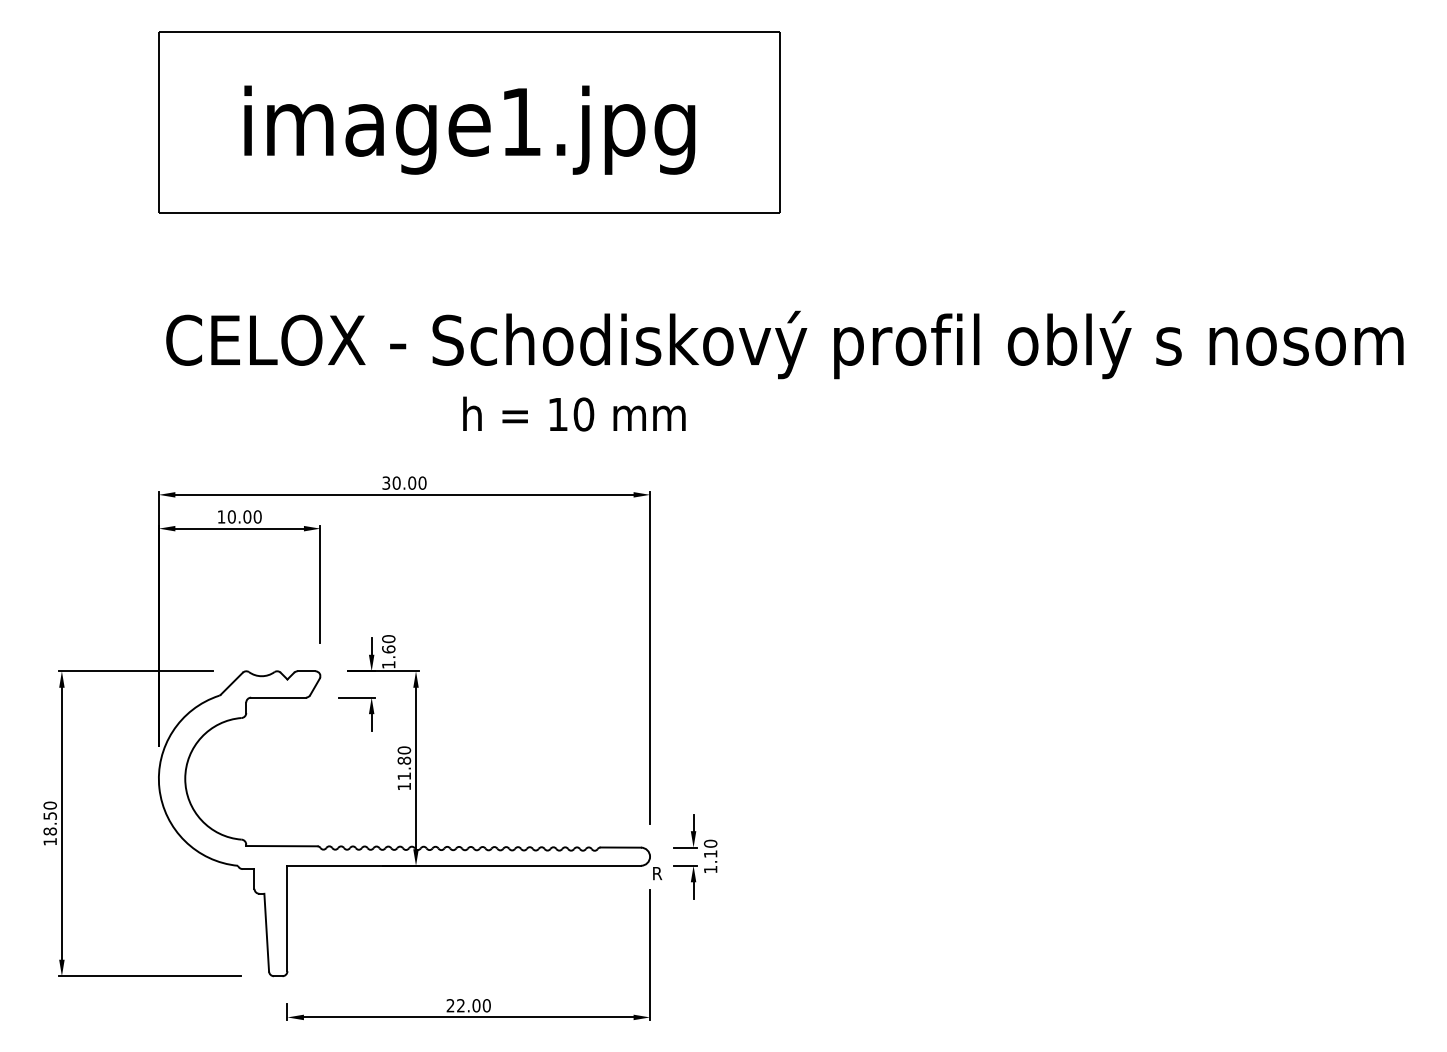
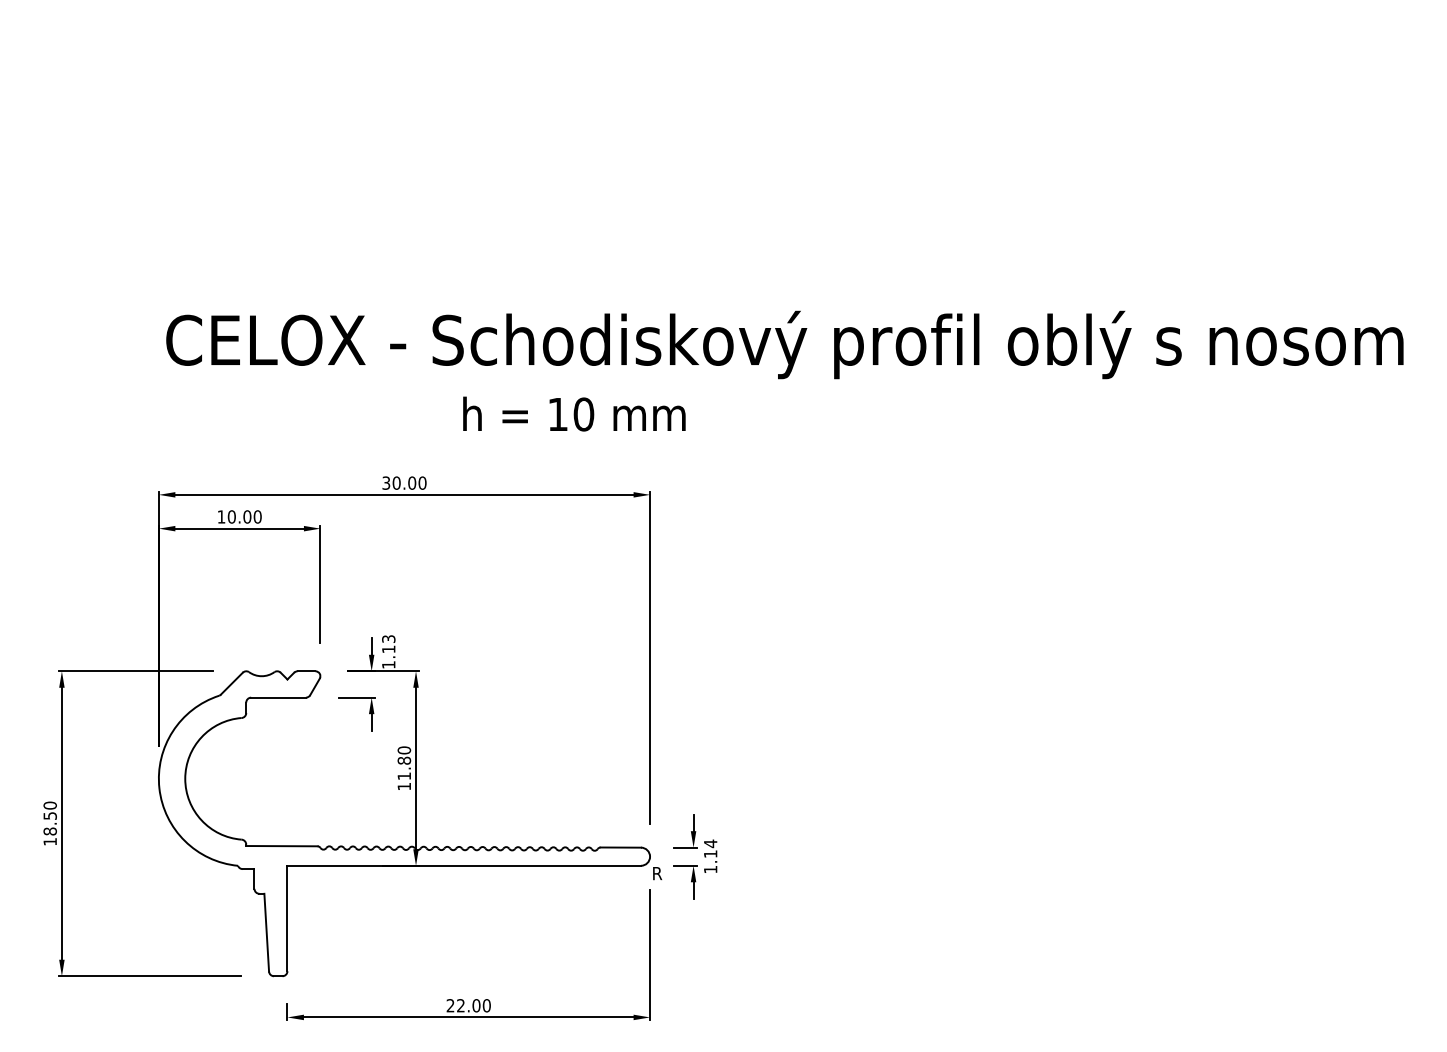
part at (469, 122): present -> none
text at (388, 644): 1.60 -> 1.13
text at (710, 843): 1.10 -> 1.14
